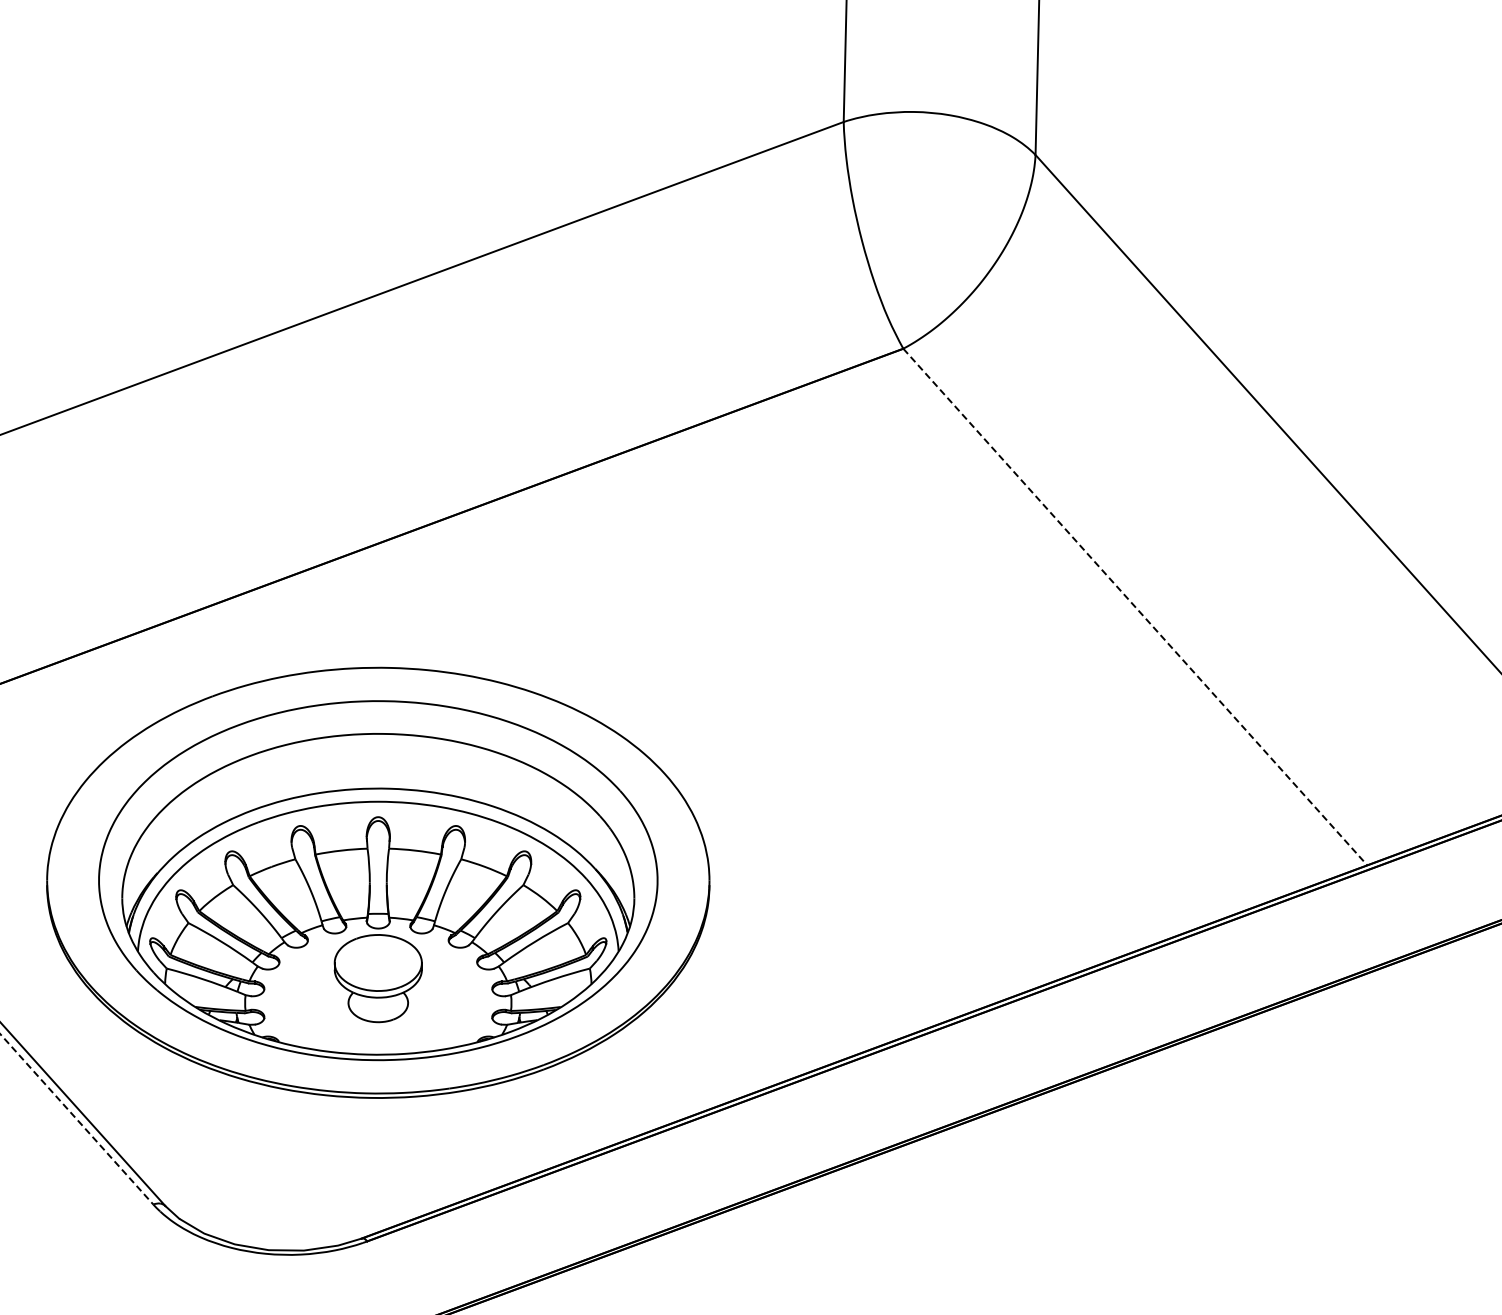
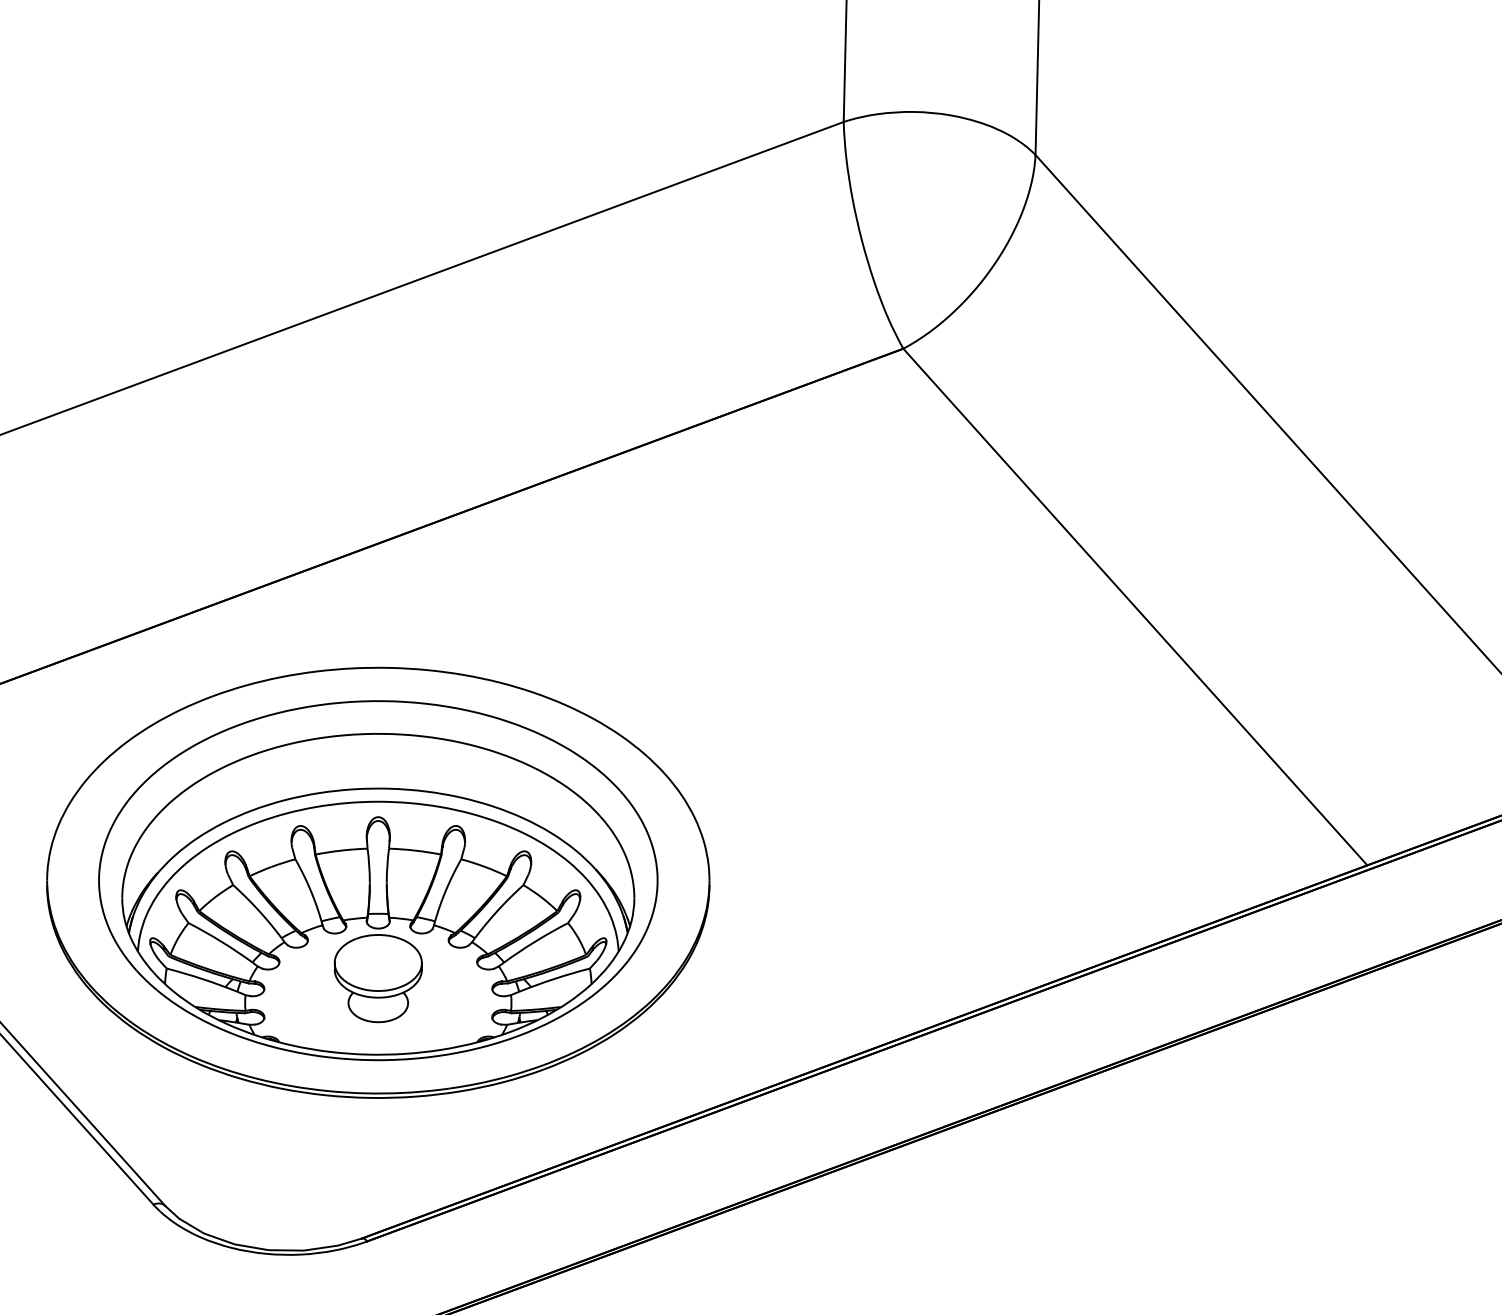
line at (1135, 607): dashed -> solid
line at (77, 1119): dashed -> solid
